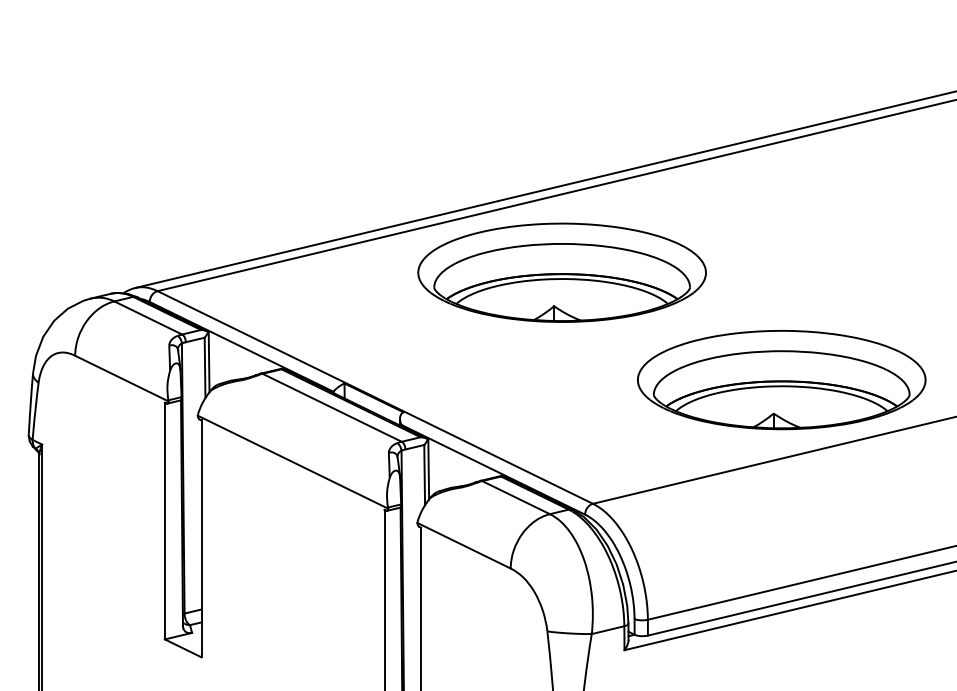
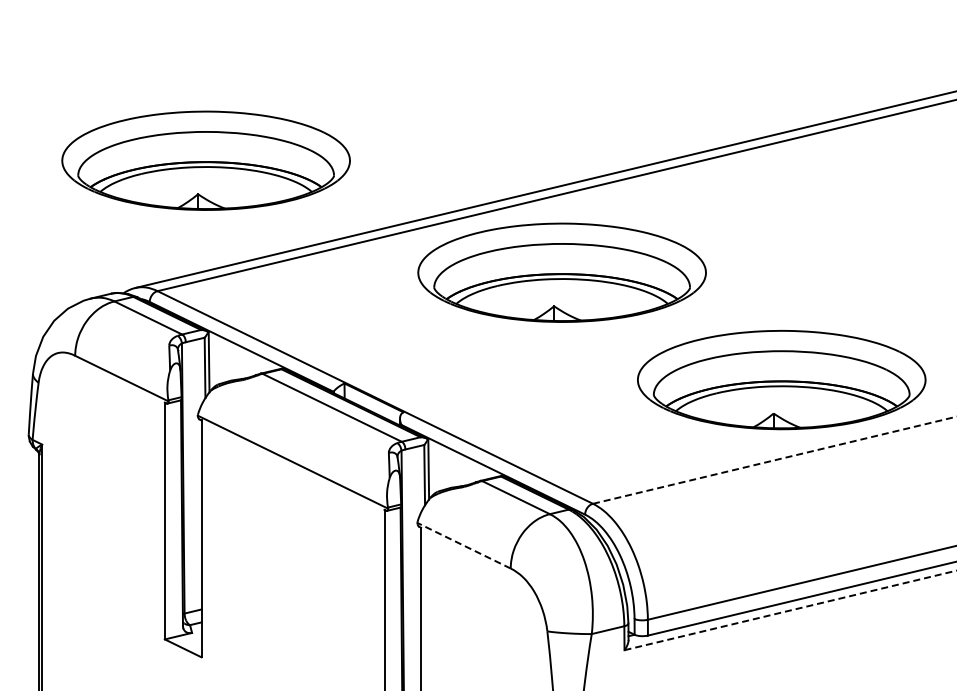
part at (205, 160): none -> present
line at (774, 460): solid -> dashed
line at (464, 545): solid -> dashed
line at (790, 610): solid -> dashed
